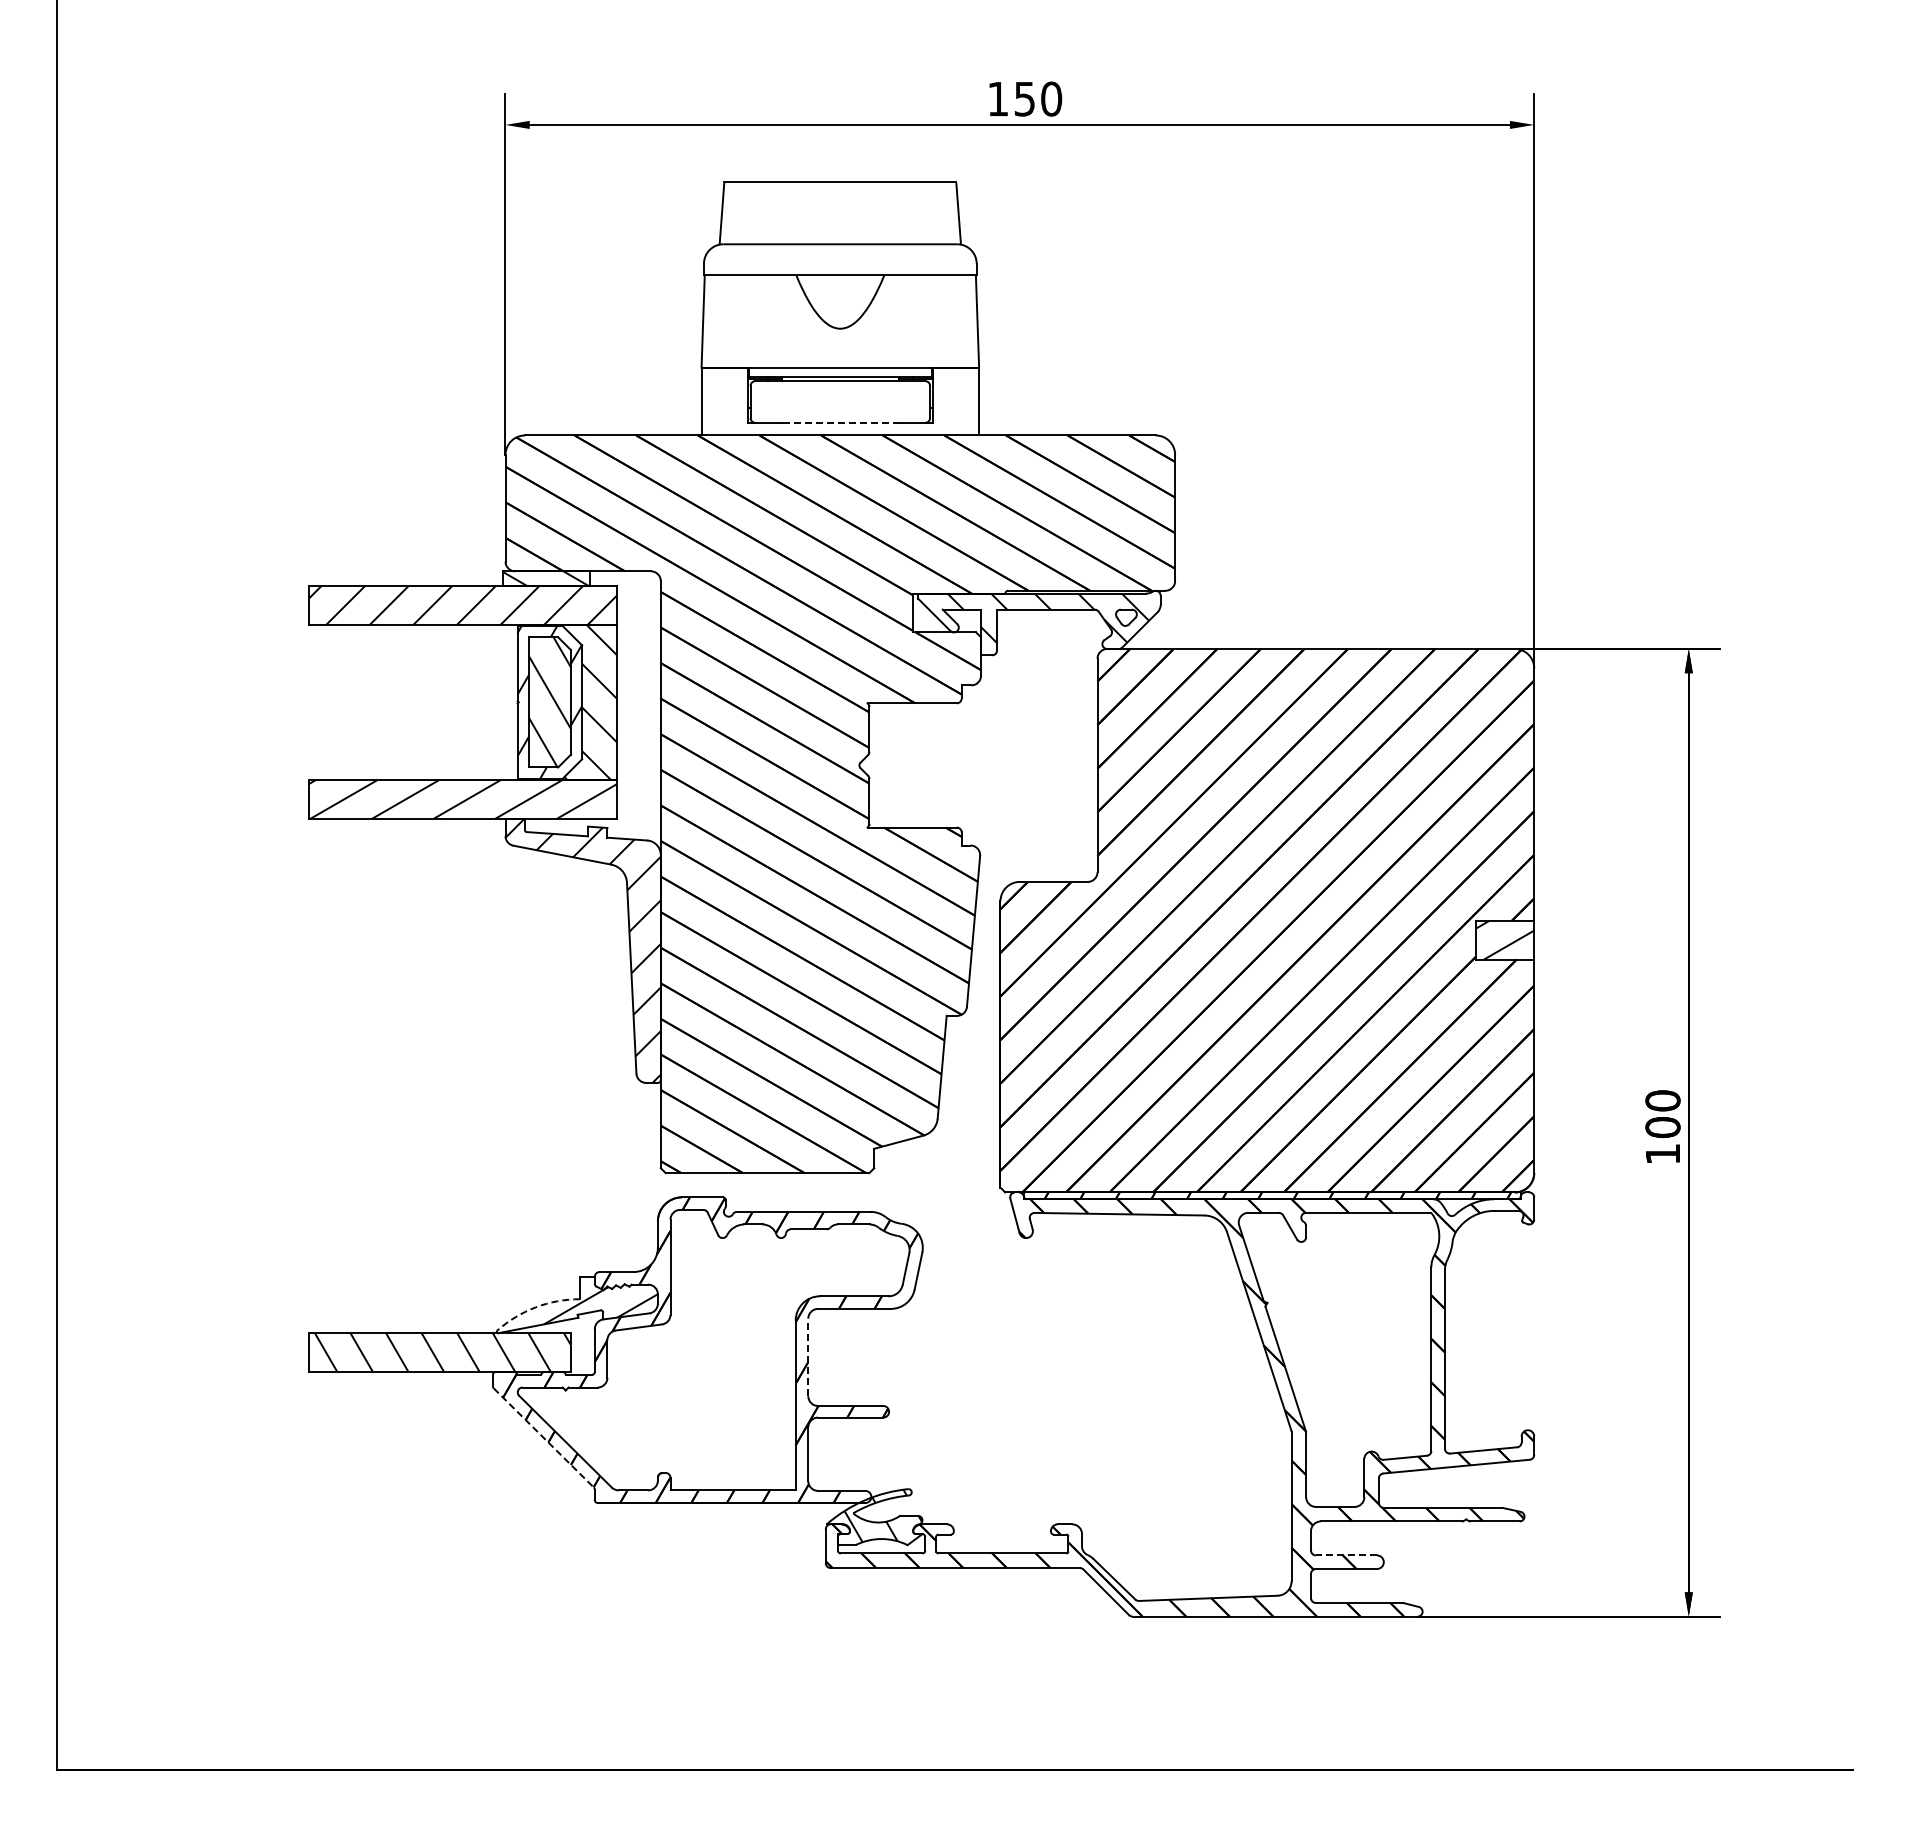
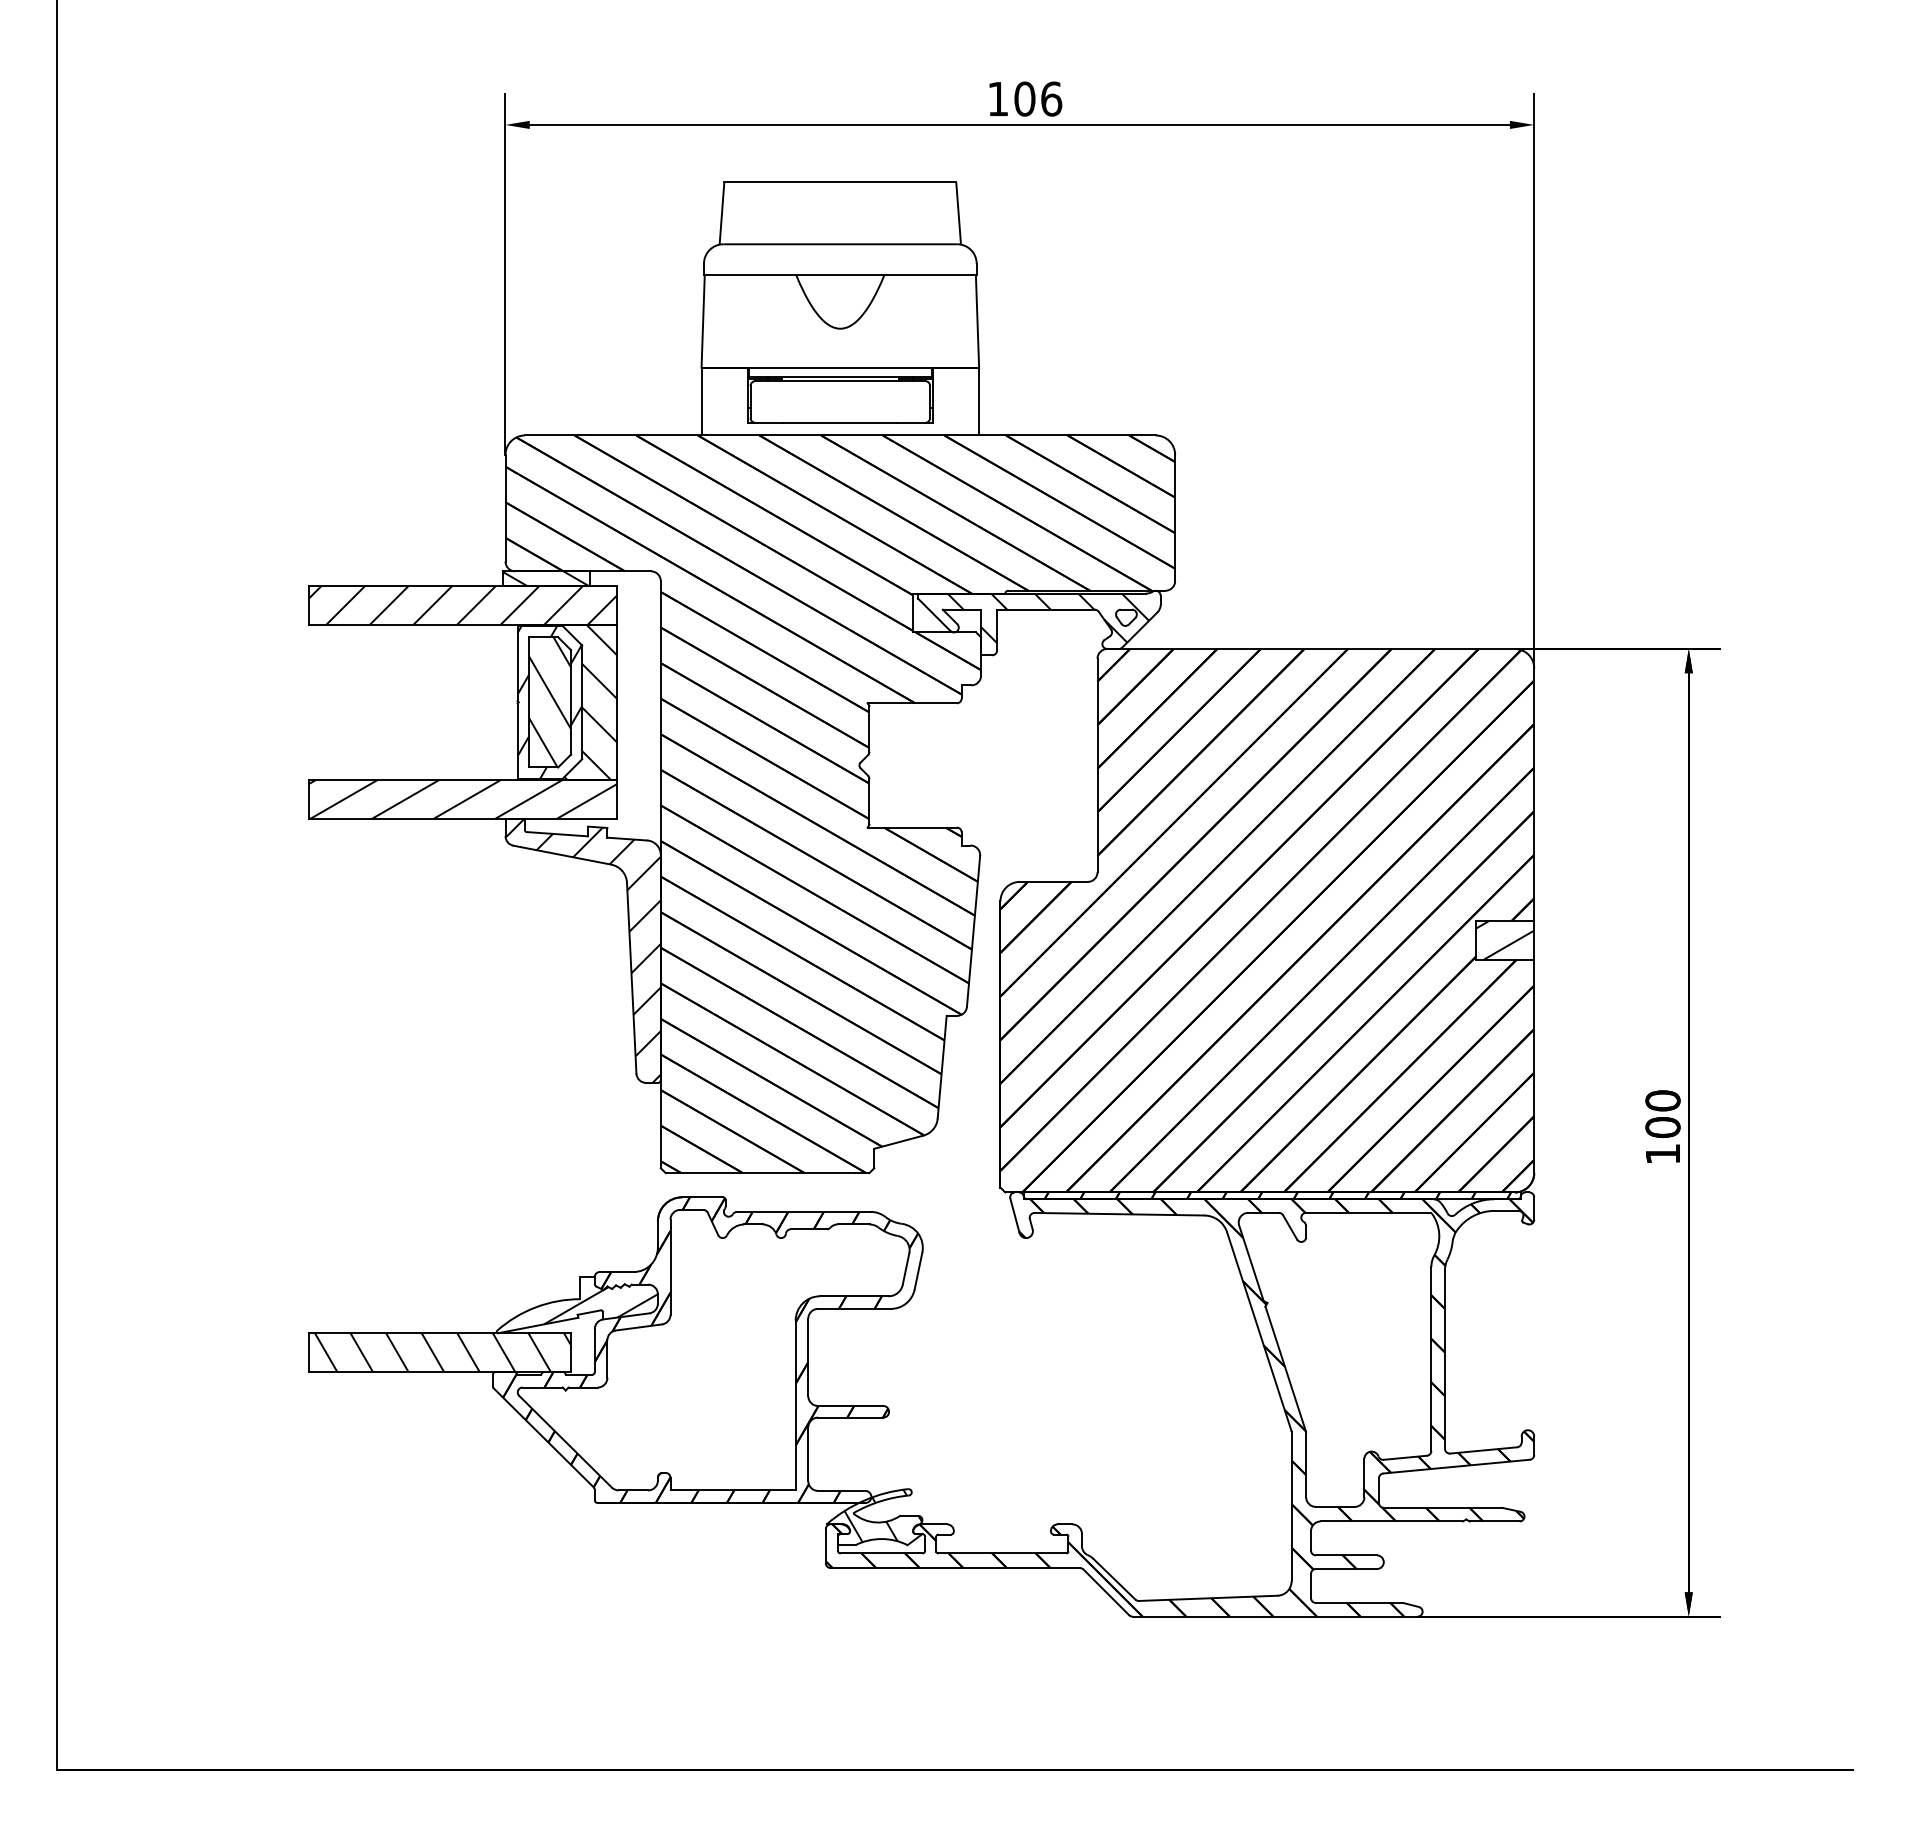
text at (1038, 98): 150 -> 106
line at (840, 422): dashed -> solid
arc at (535, 1307): dashed -> solid
line at (808, 1357): dashed -> solid
line at (543, 1438): dashed -> solid
line at (1346, 1555): dashed -> solid
